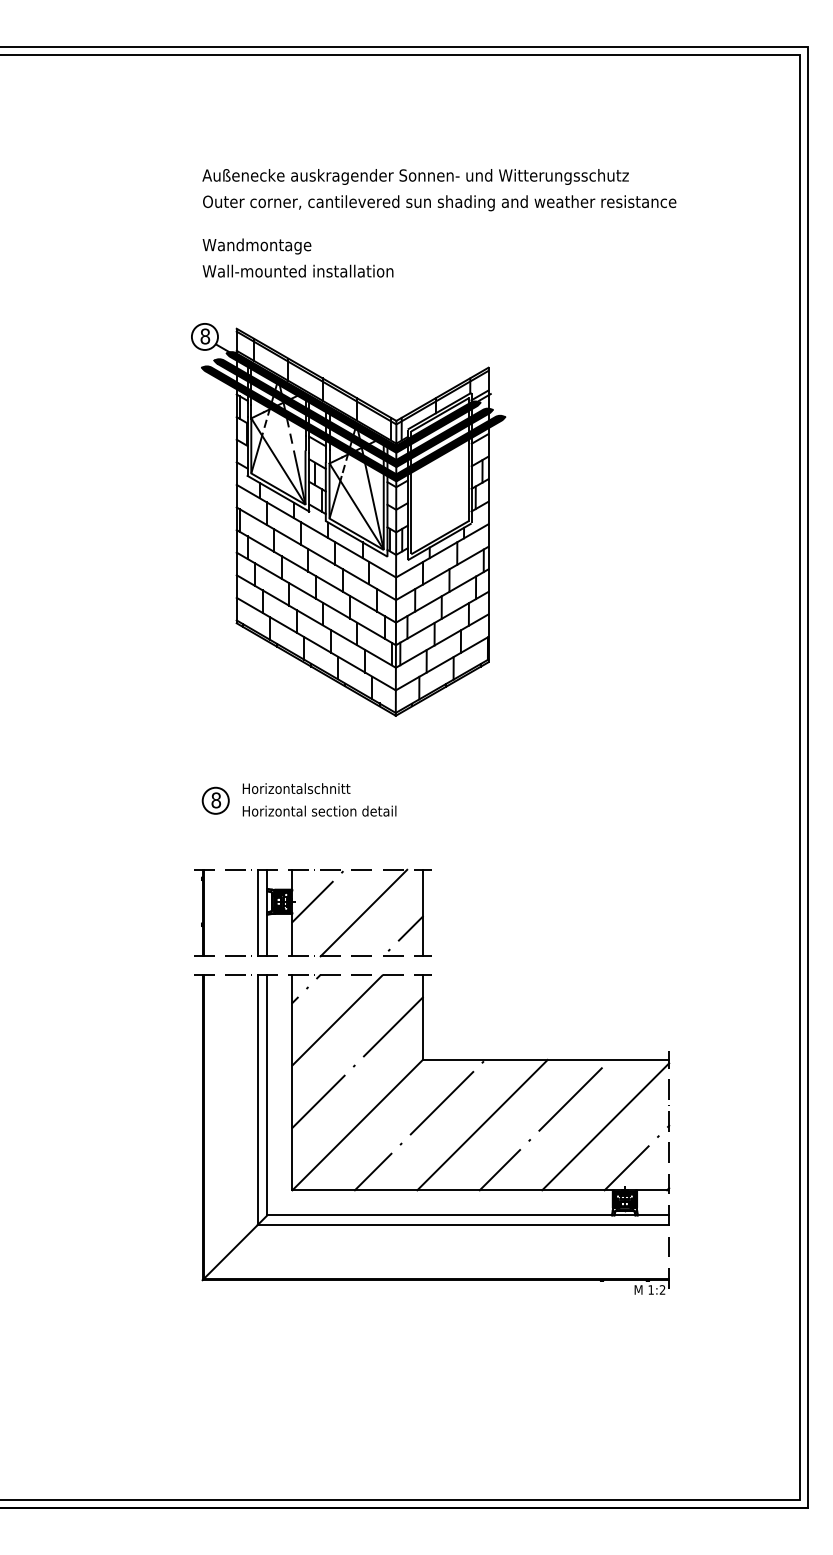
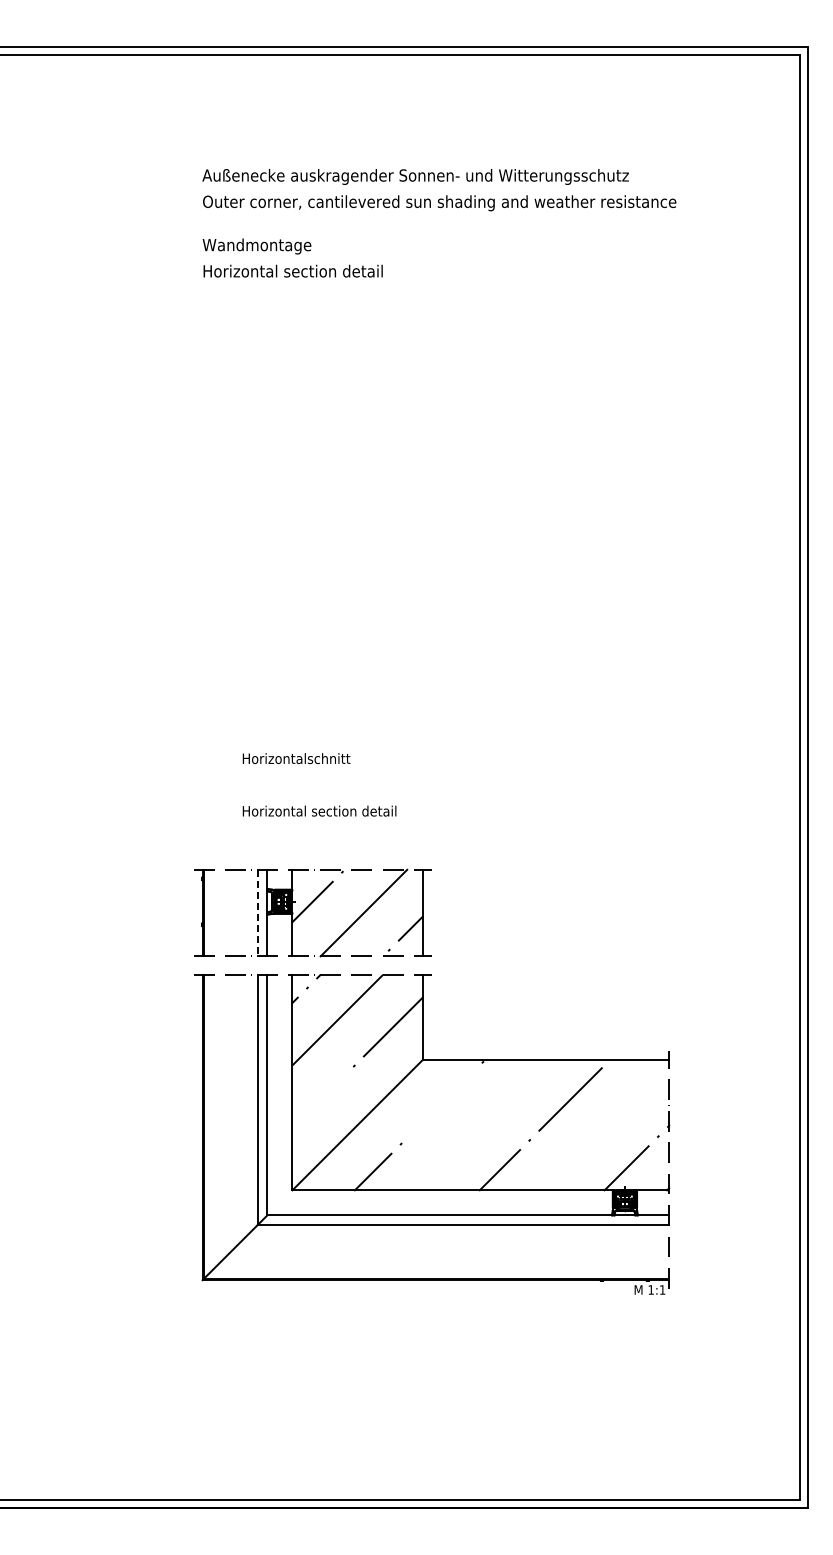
text at (297, 270): Wall-mounted installation -> Horizontal section detail
part at (348, 519): present -> none
text at (296, 788) position: (296, 788) -> (296, 758)
part at (215, 800): present -> none
line at (257, 913): solid -> dashed
line at (318, 1101): present -> none
line at (441, 1102): present -> none
line at (482, 1124): present -> none
line at (605, 1126): present -> none
text at (662, 1289): 1:2 -> 1:1
